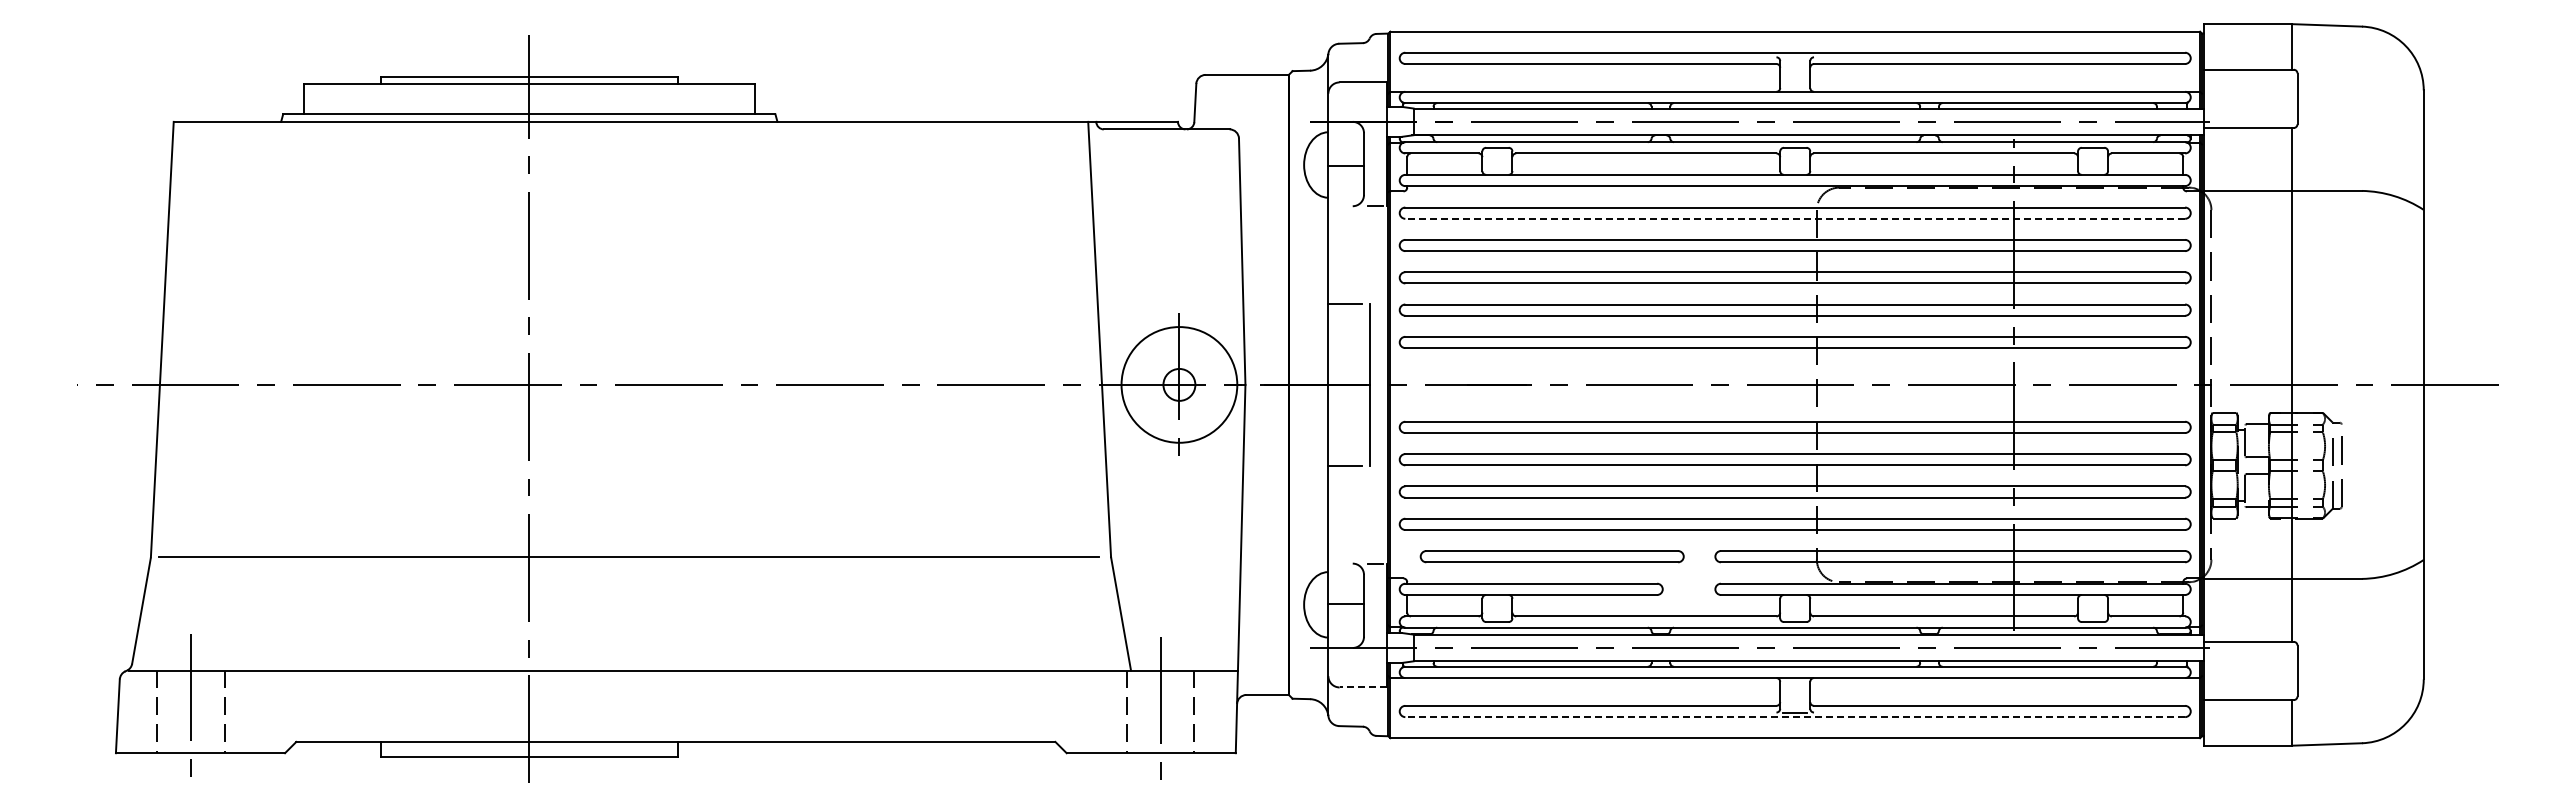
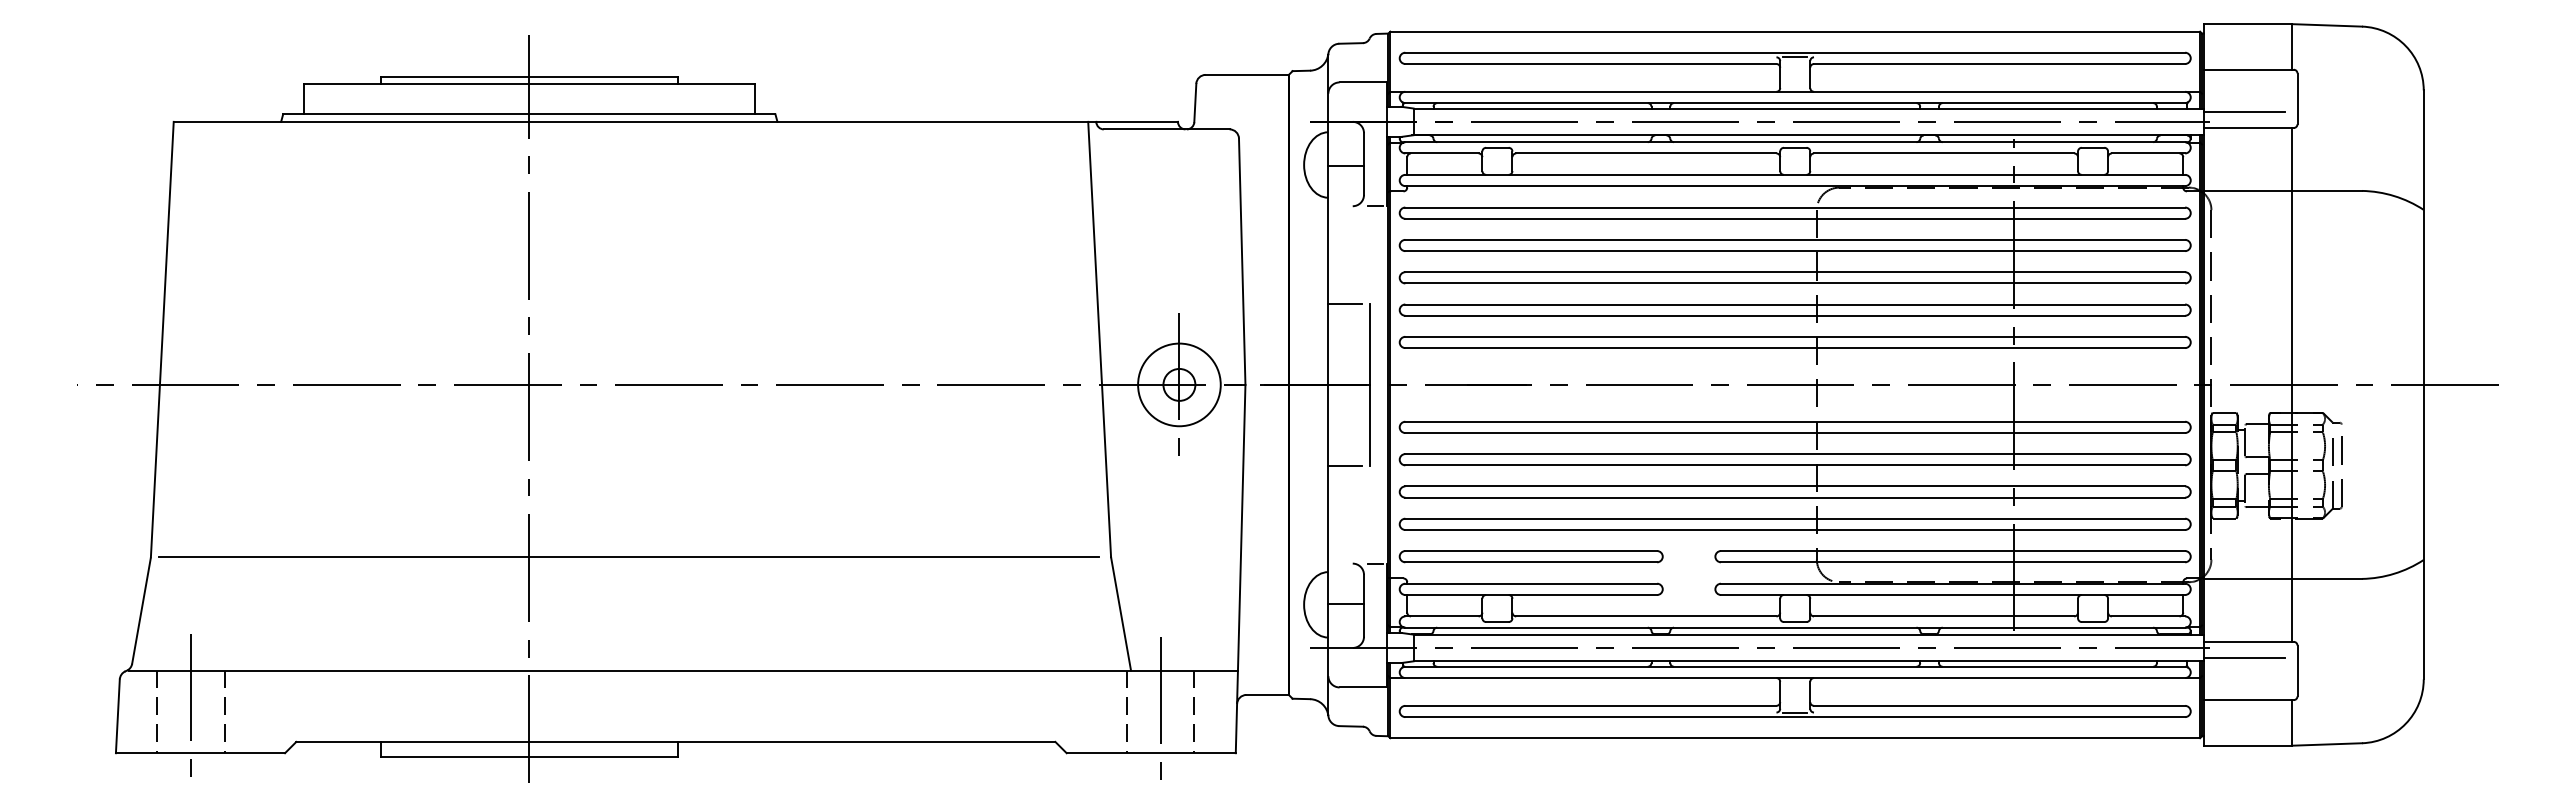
line at (1795, 57): none -> present
line at (2243, 111): none -> present
line at (1795, 218): dashed -> solid
circle at (1179, 384) diameter: 116 px -> 83 px
part at (1551, 556) position: (1551, 556) -> (1530, 556)
line at (2243, 658): none -> present
line at (1362, 687): dashed -> solid
line at (1795, 717): dashed -> solid
